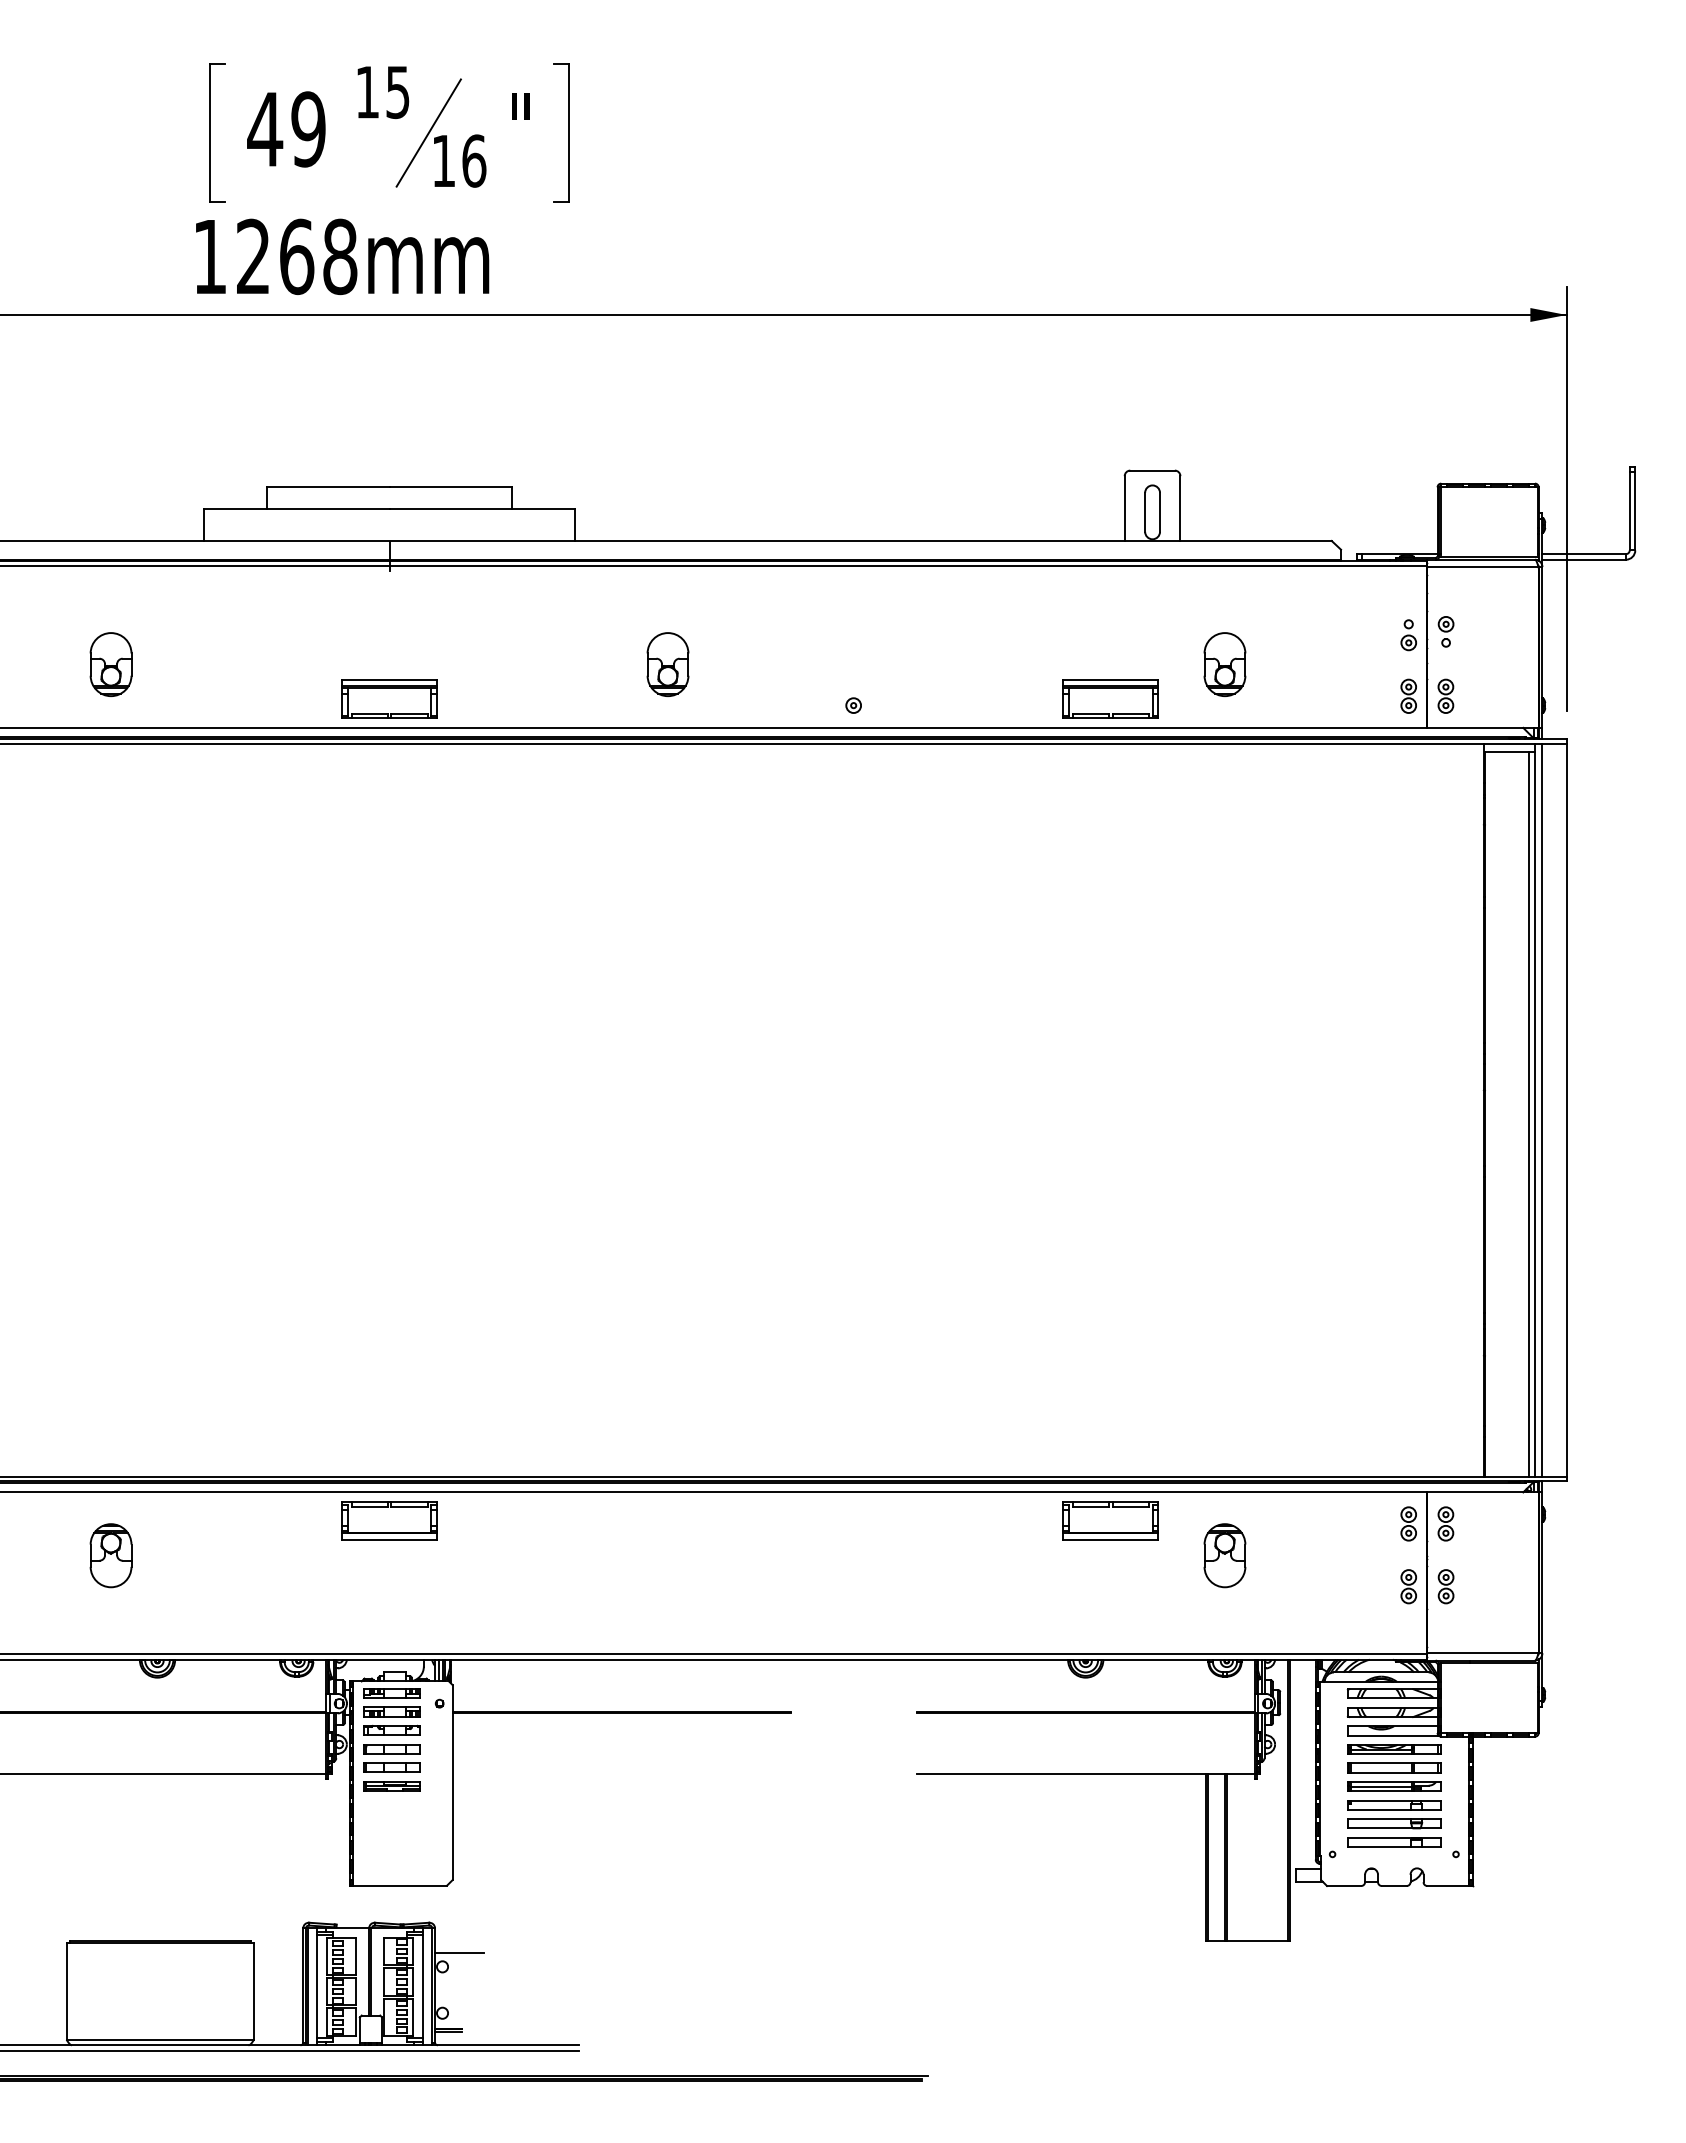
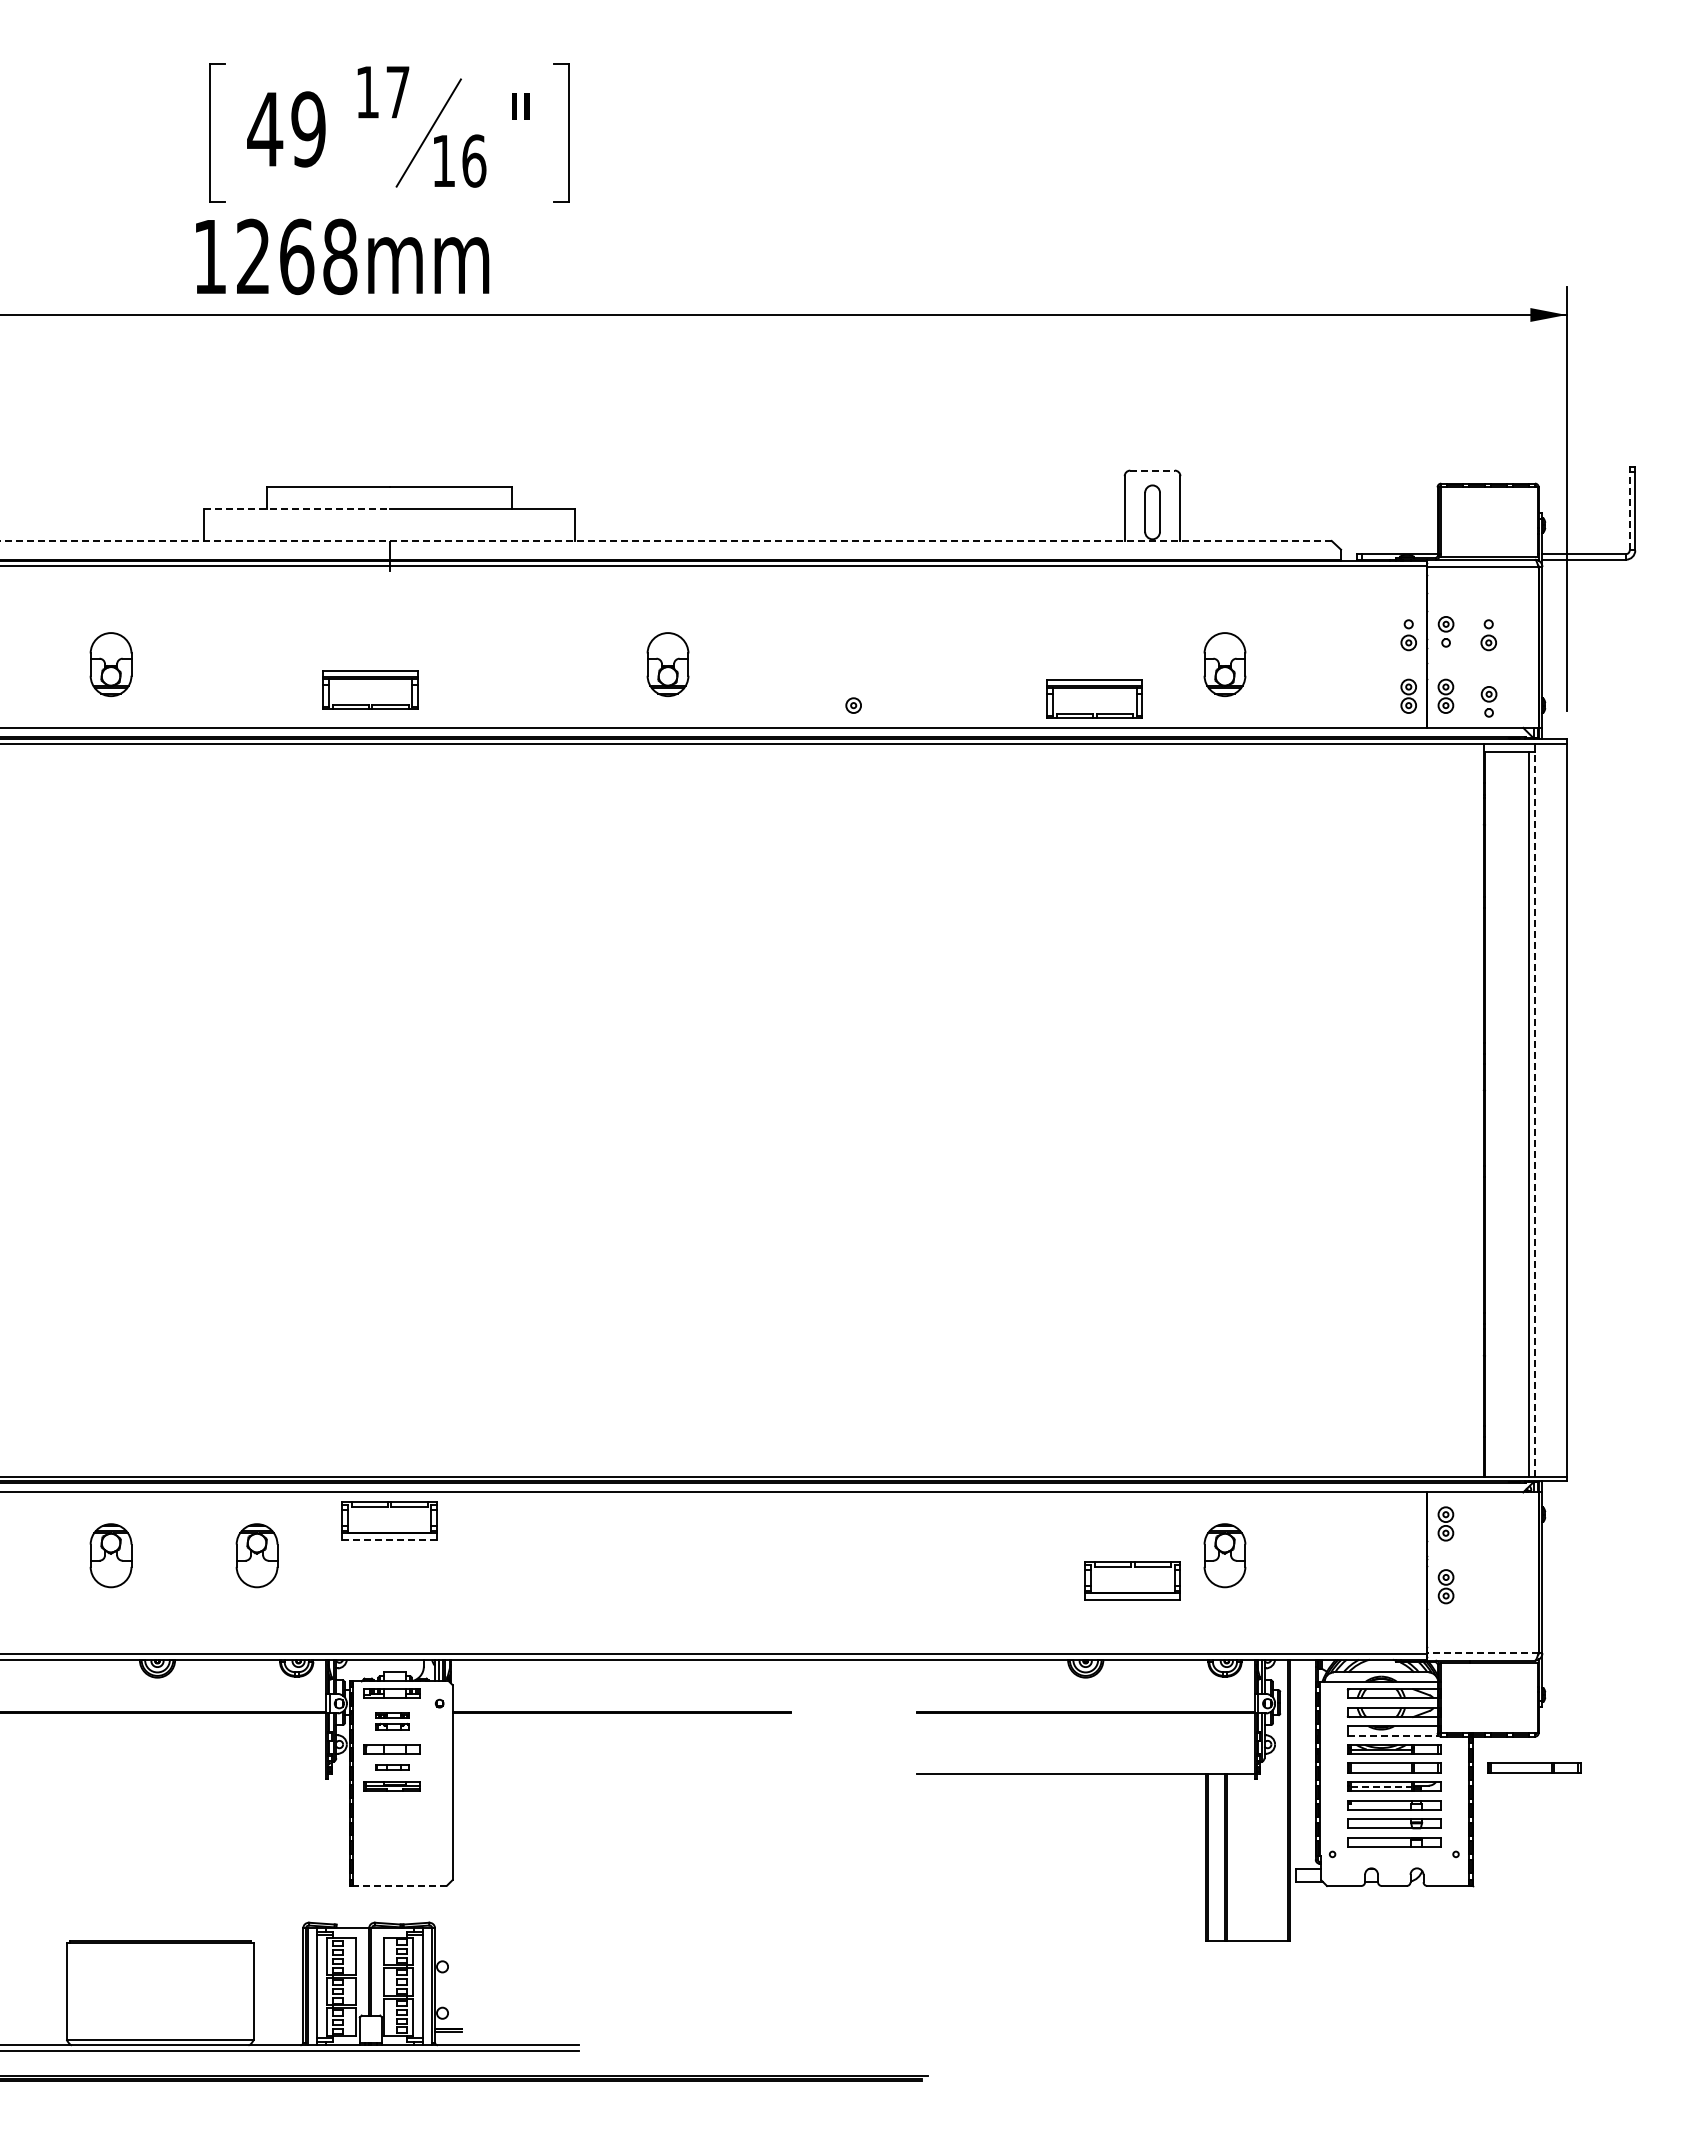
text at (397, 92): 15 -> 17
line at (1153, 470): solid -> dashed
line at (296, 509): solid -> dashed
line at (1629, 511): solid -> dashed
line at (665, 540): solid -> dashed
part at (1488, 635): none -> present
part at (389, 698) position: (389, 698) -> (370, 689)
part at (1110, 698) position: (1110, 698) -> (1094, 698)
part at (1488, 701): none -> present
line at (1542, 1109): present -> none
line at (1535, 1114): solid -> dashed
part at (1110, 1520) position: (1110, 1520) -> (1132, 1580)
part at (1408, 1523): present -> none
line at (390, 1539): solid -> dashed
part at (256, 1555): none -> present
part at (1408, 1586): present -> none
line at (1482, 1653): solid -> dashed
part at (391, 1720) size: 58x30 px -> 35x19 px
line at (1393, 1735): solid -> dashed
part at (391, 1767) size: 58x11 px -> 35x7 px
part at (1534, 1767): none -> present
line at (164, 1774): present -> none
line at (1381, 1786): solid -> dashed
line at (400, 1885): solid -> dashed
line at (459, 1953): present -> none
